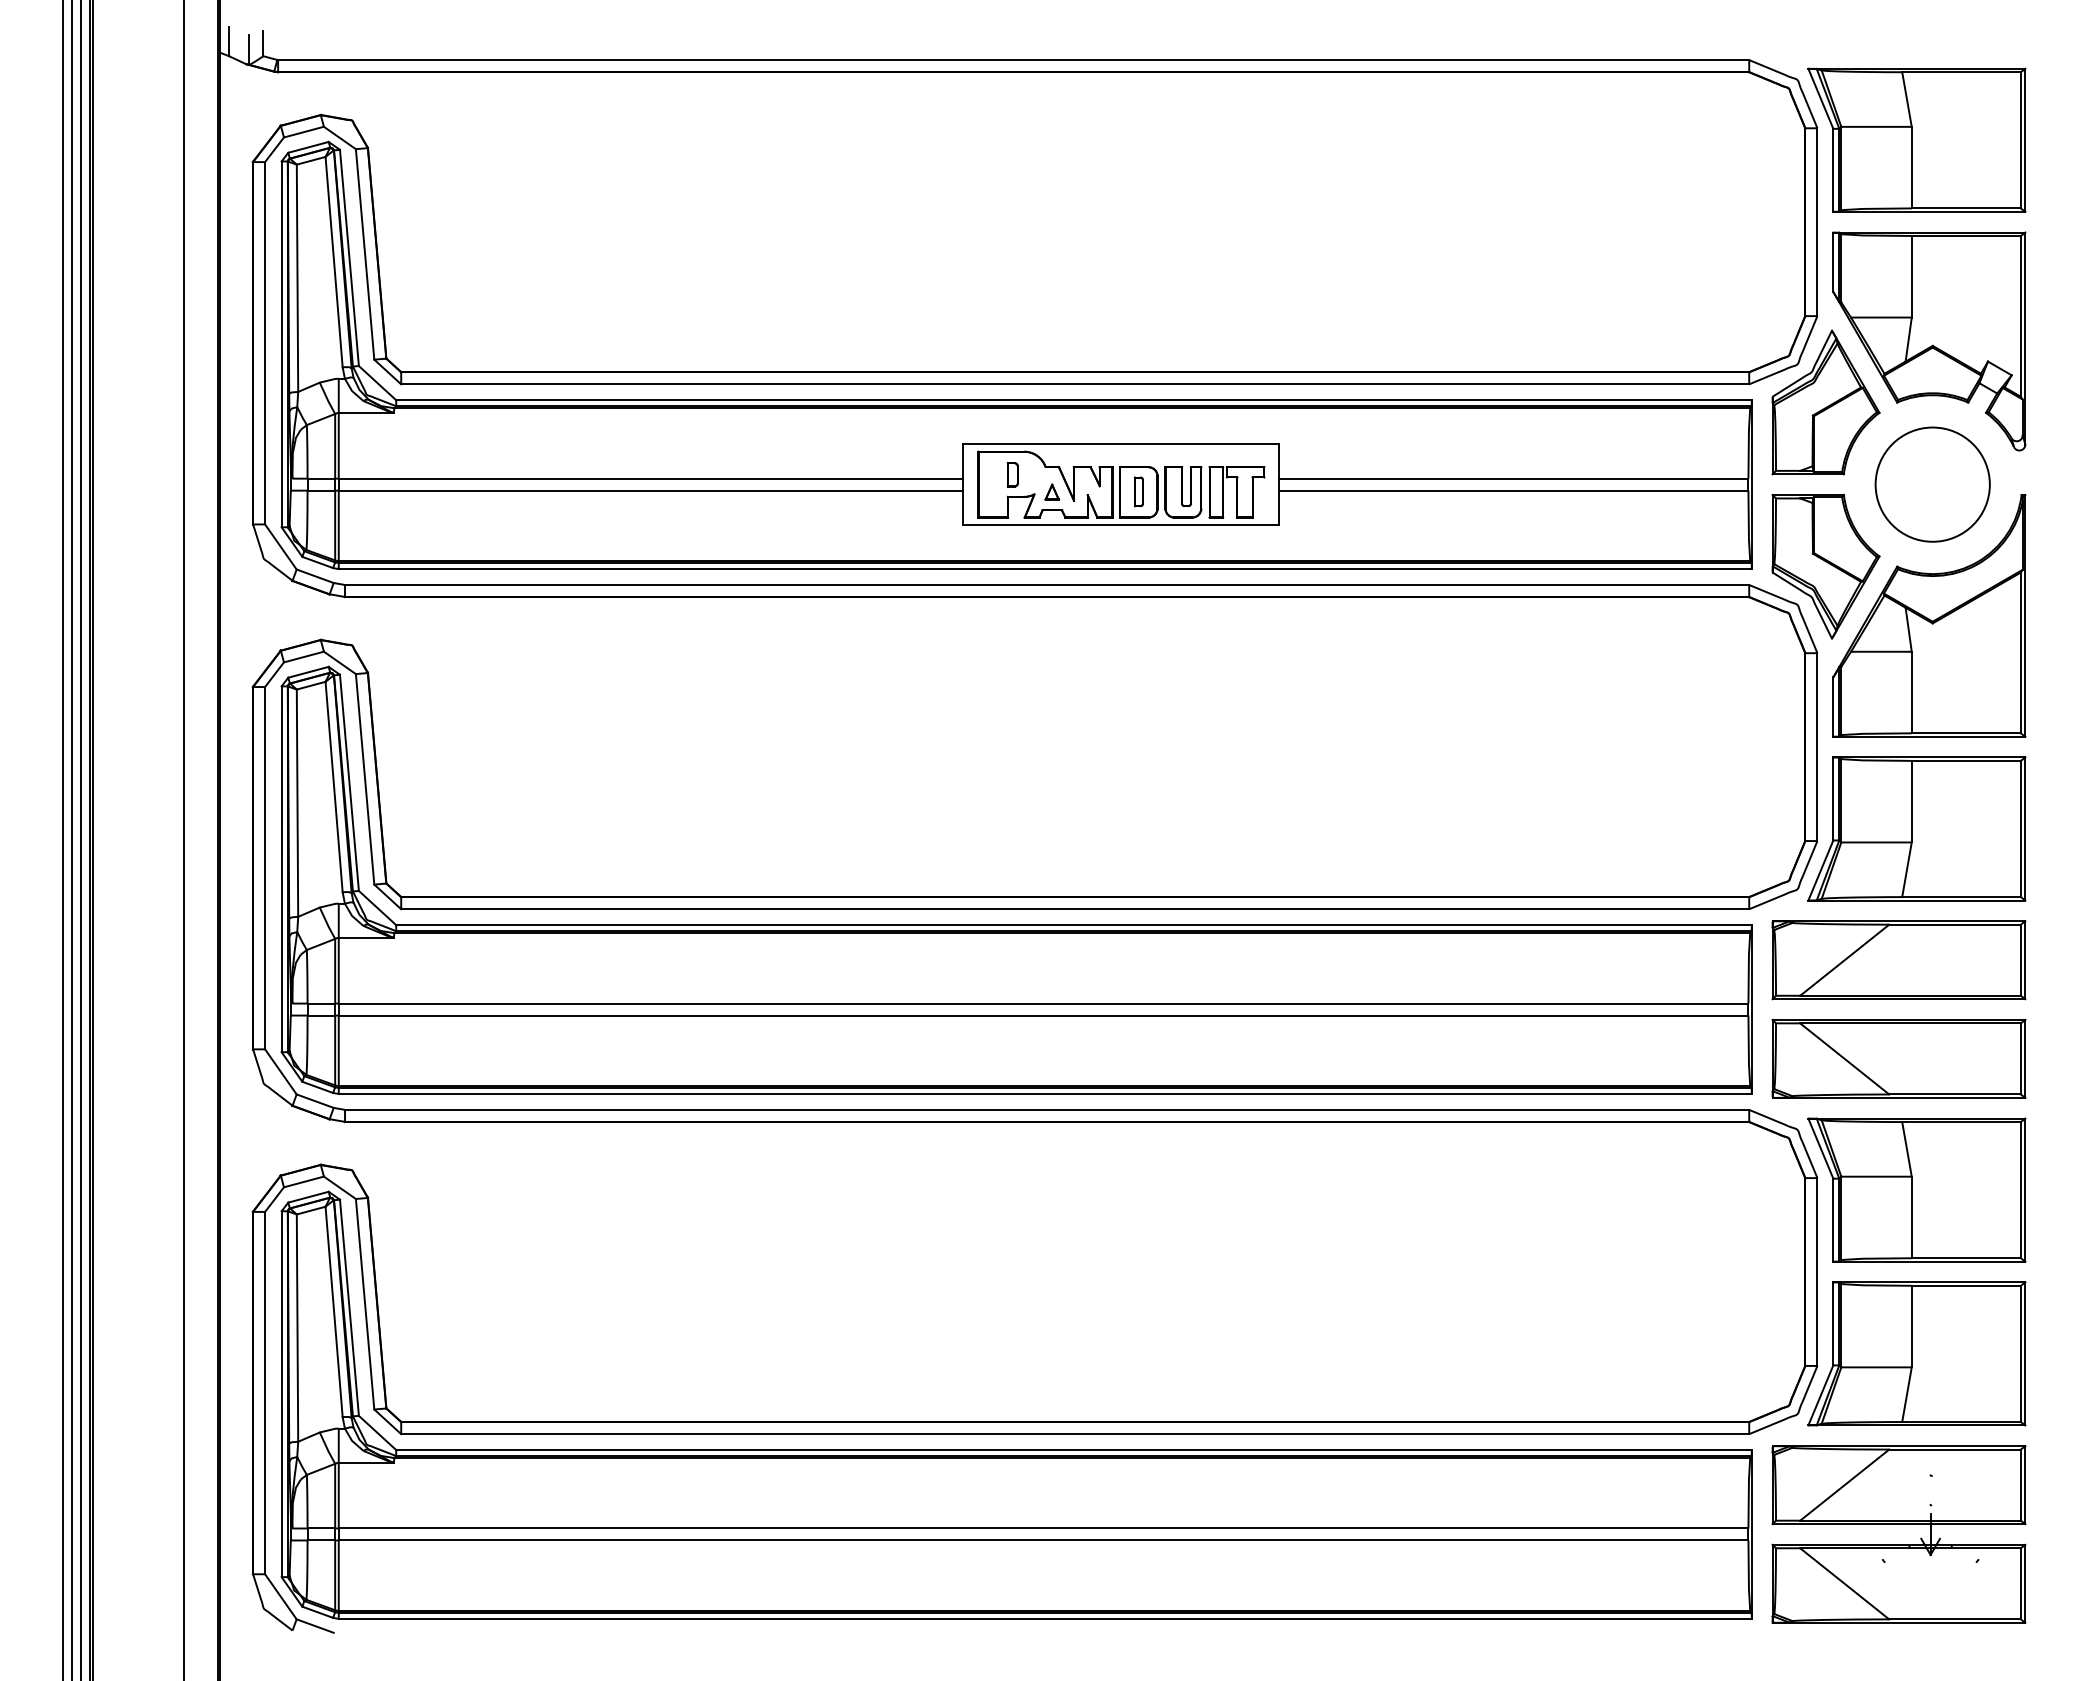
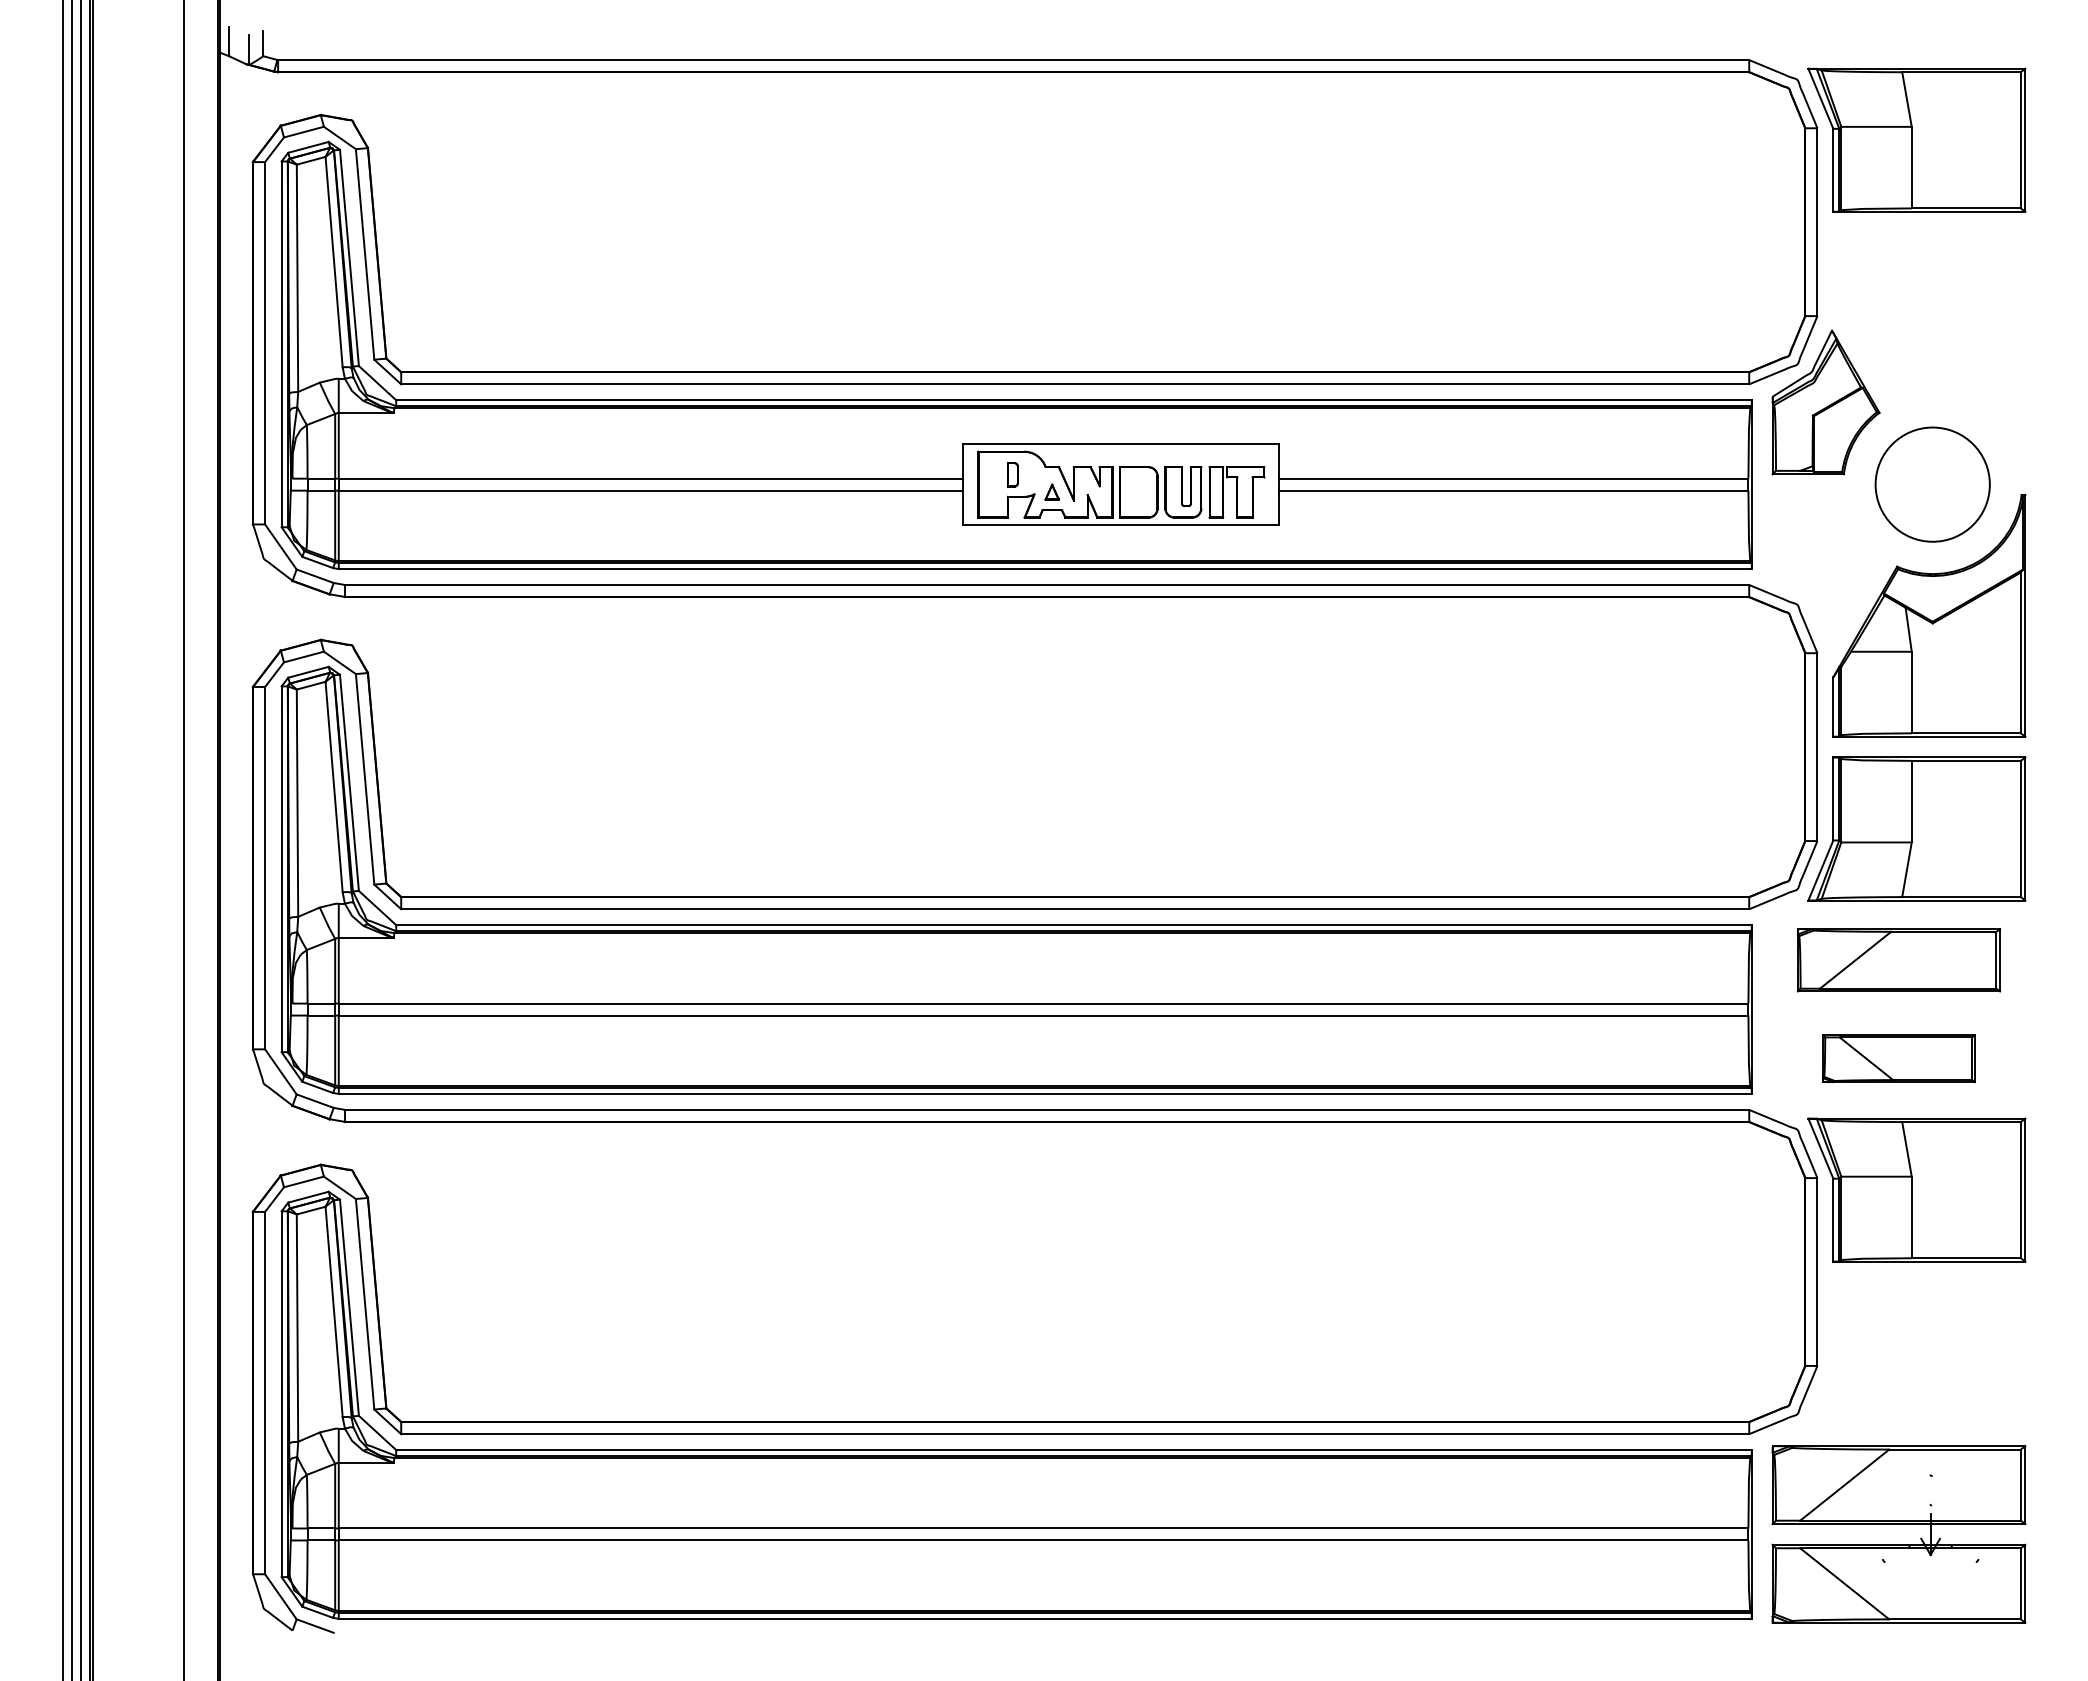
part at (1929, 341): present -> none
part at (1138, 491): present -> none
part at (1825, 566): present -> none
part at (1898, 960) size: 256x81 px -> 206x65 px
part at (1898, 1058) size: 256x81 px -> 154x50 px
part at (1916, 1353): present -> none
